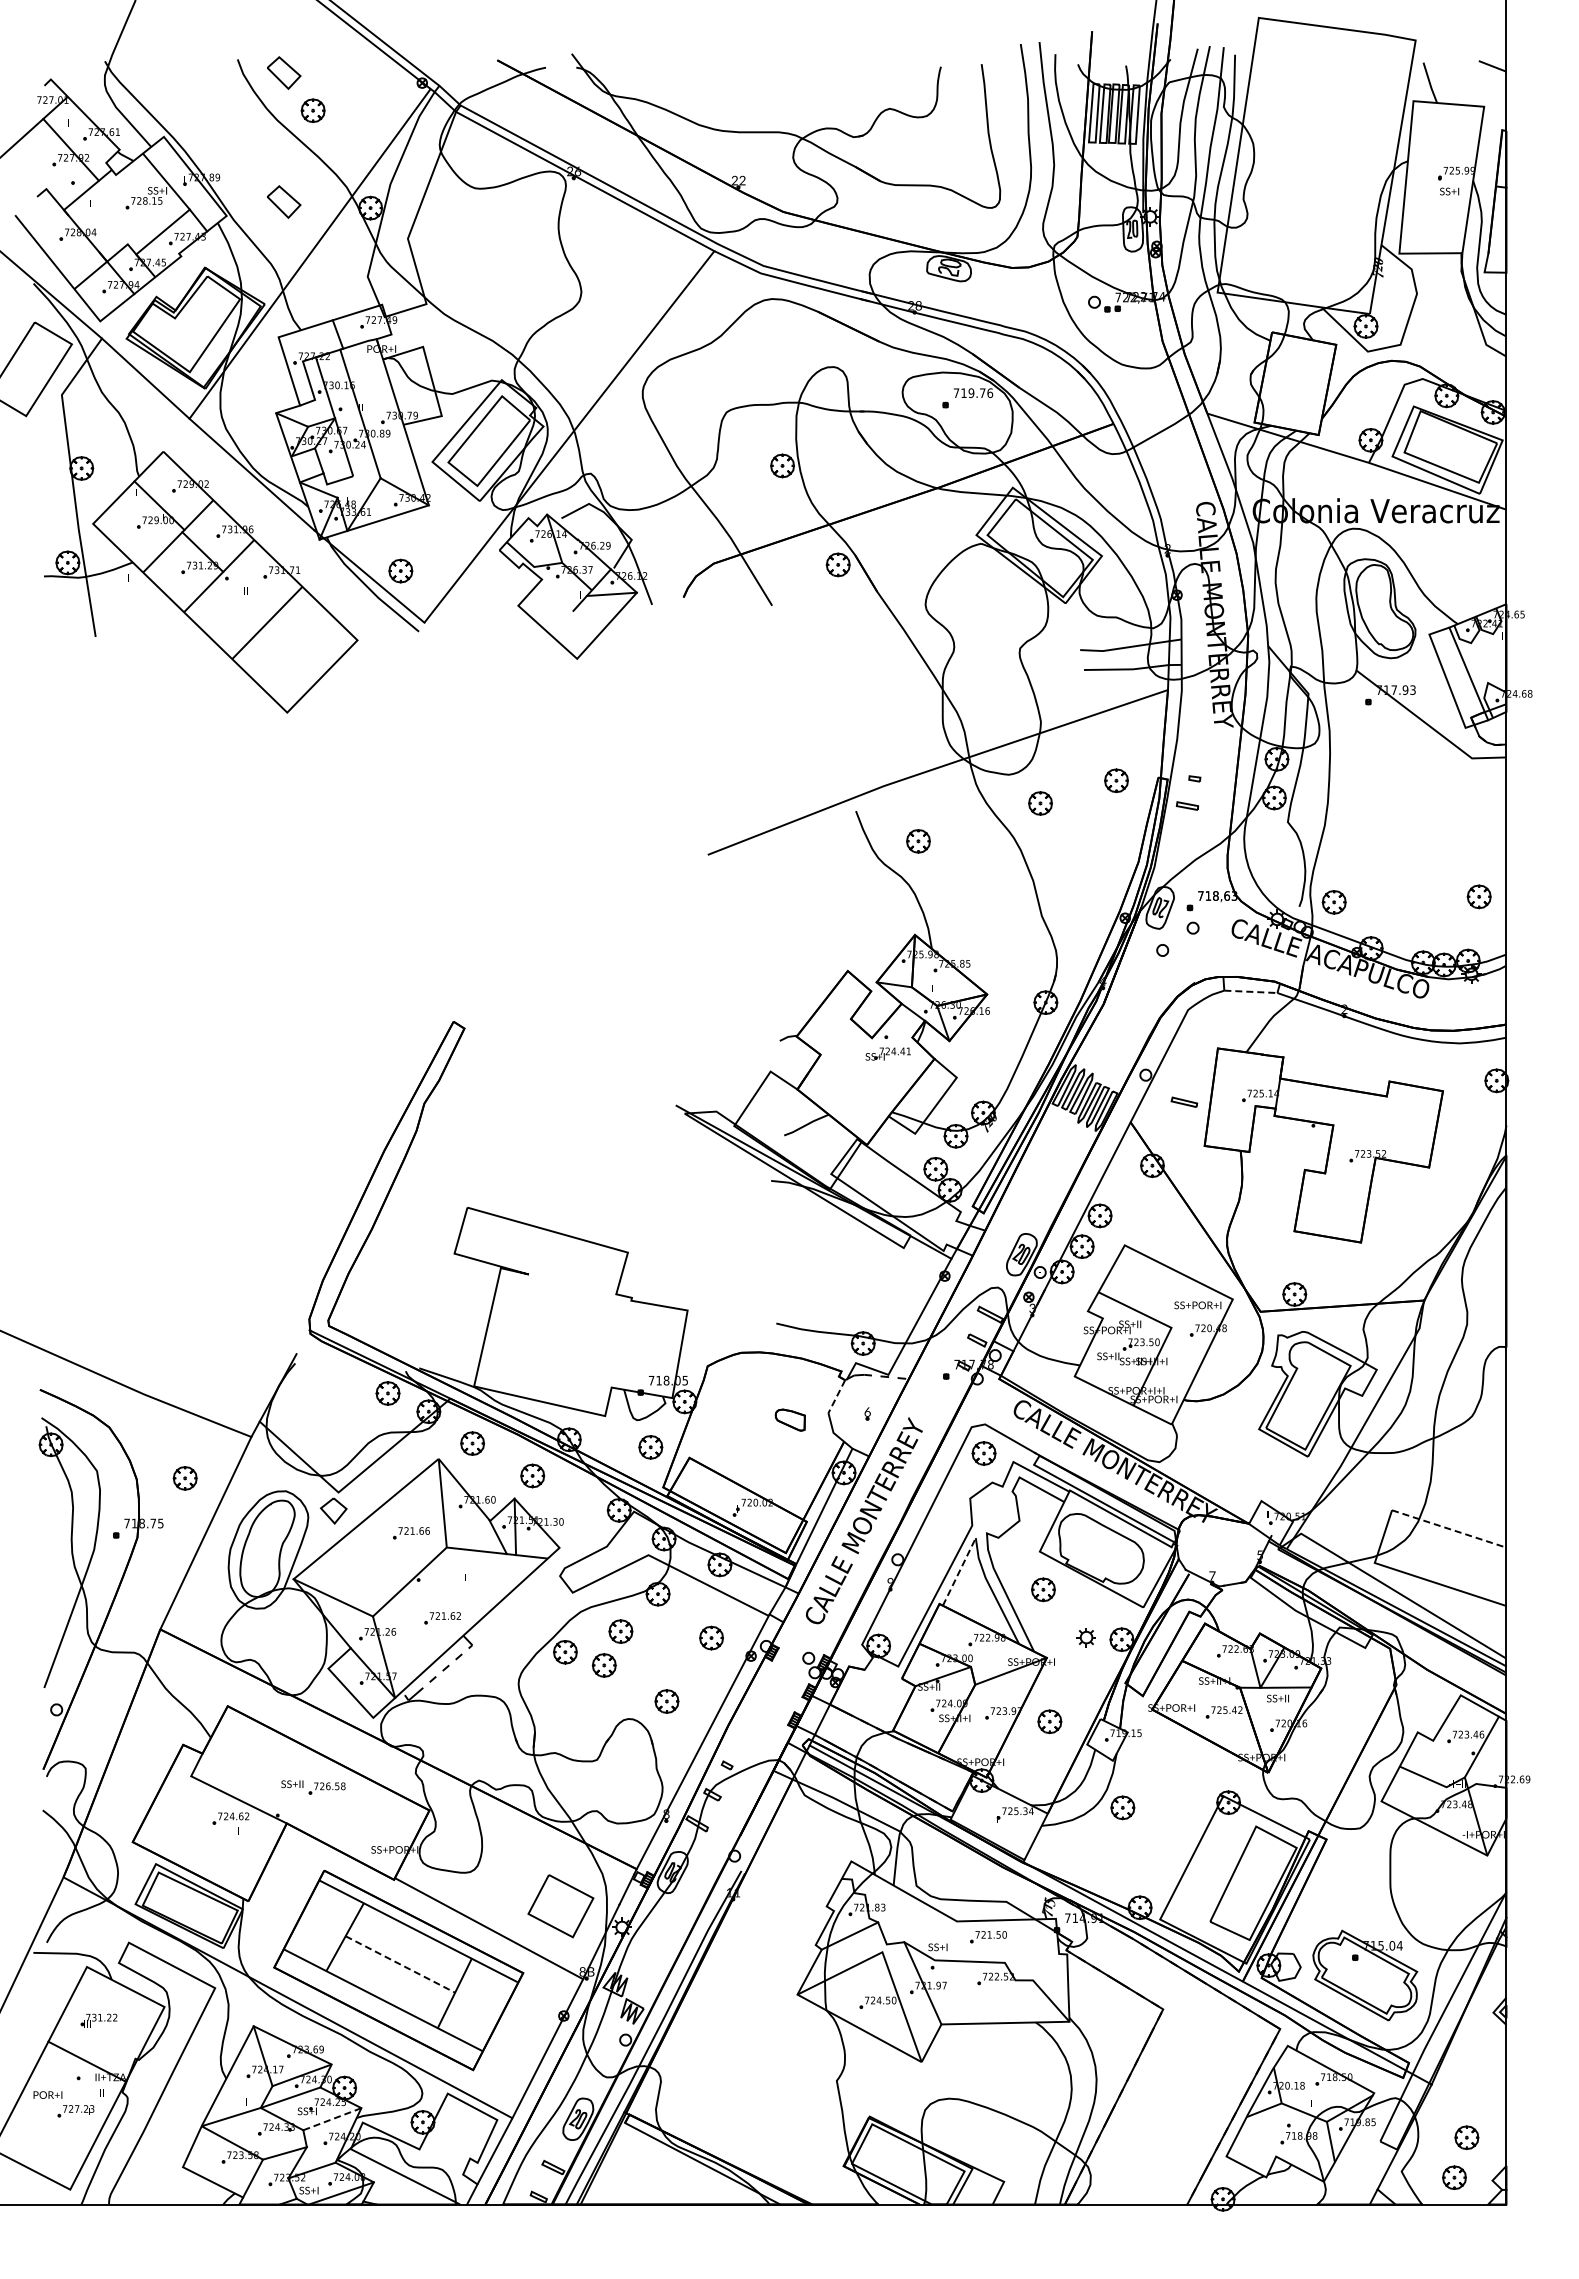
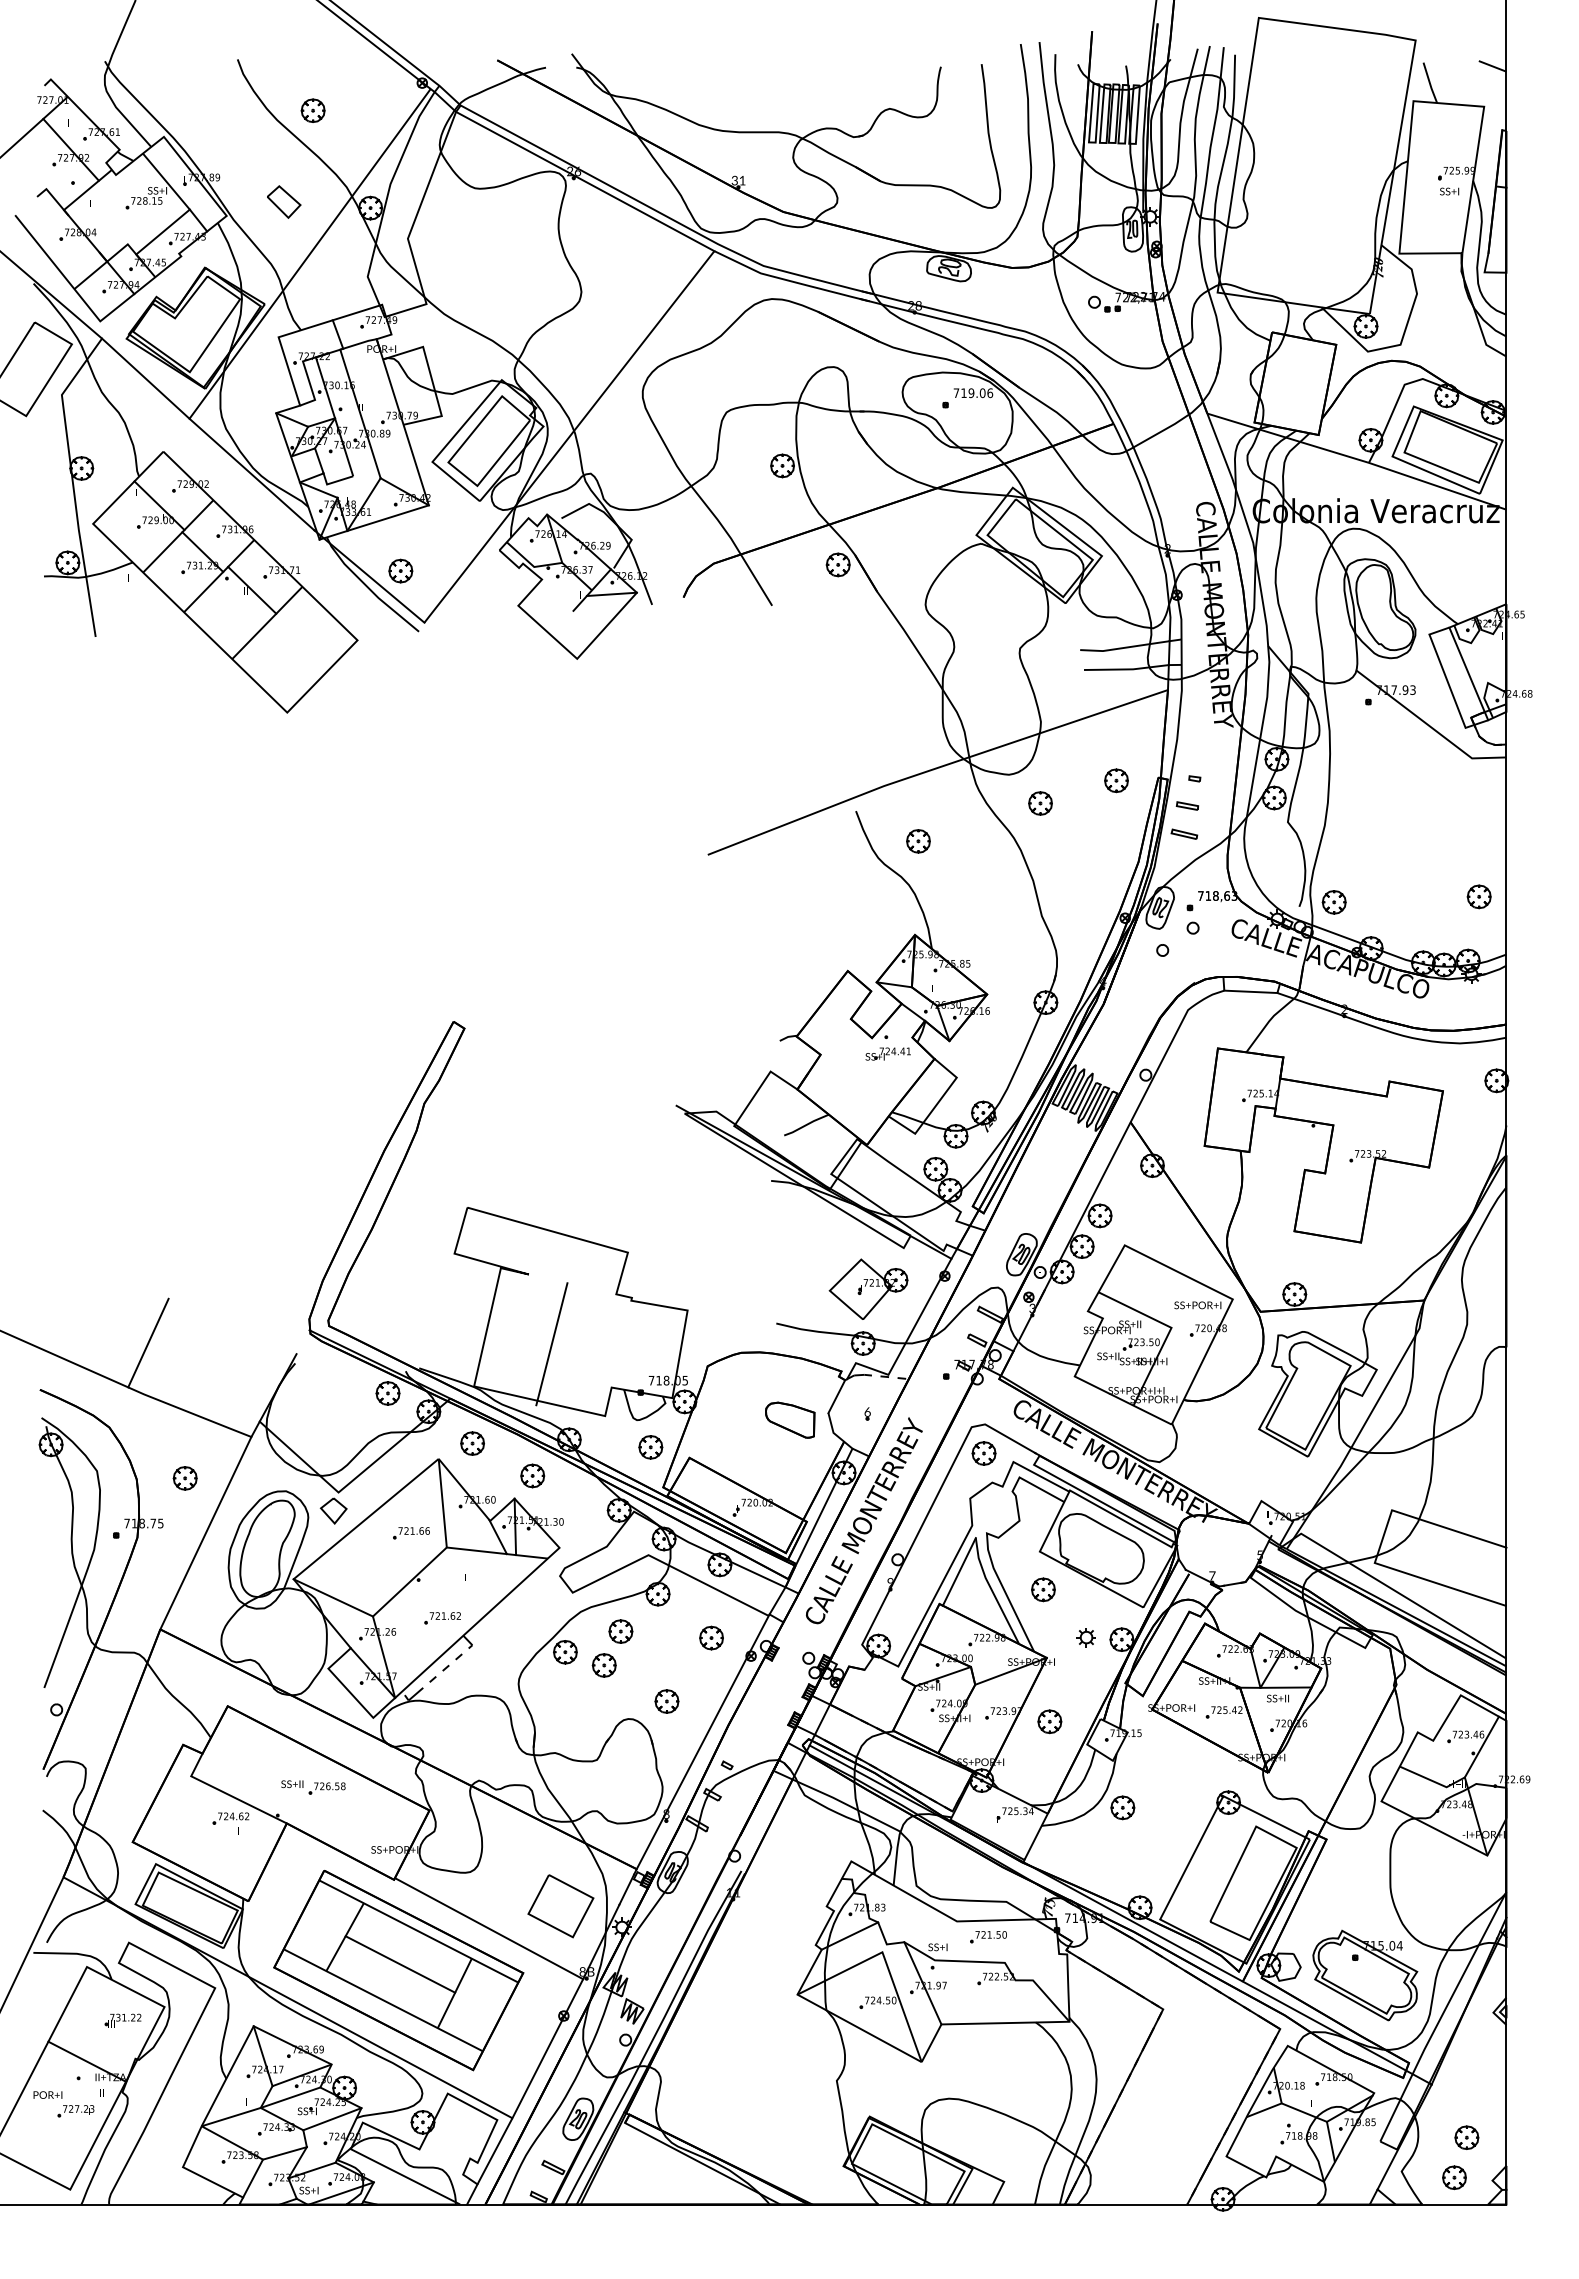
part at (284, 72): present -> none
text at (738, 180): 22 -> 31
text at (982, 393): 719.76 -> 719.06
line at (252, 589): none -> present
line at (1250, 991): dashed -> solid
part at (1184, 1101) position: (1184, 1101) -> (1184, 833)
part at (868, 1288): none -> present
line at (148, 1342): none -> present
line at (551, 1344): none -> present
line at (836, 1397): dashed -> solid
part at (789, 1419) size: 32x24 px -> 51x38 px
line at (1449, 1529): dashed -> solid
line at (959, 1571): dashed -> solid
line at (400, 1964): dashed -> solid
part at (98, 2020) position: (98, 2020) -> (122, 2020)
line at (332, 2119): dashed -> solid
